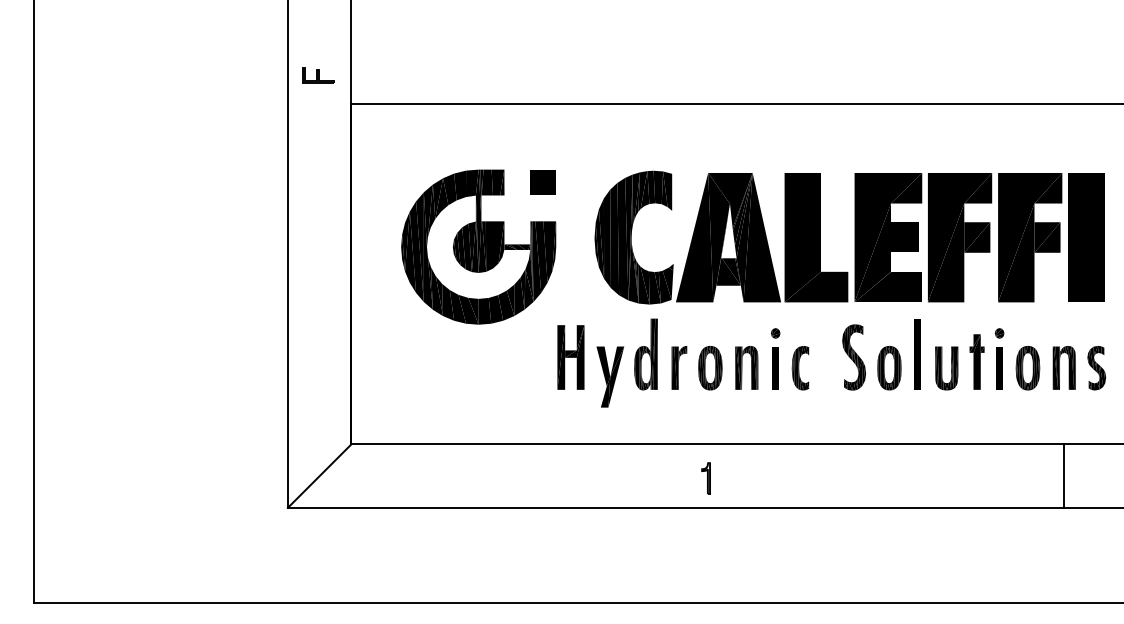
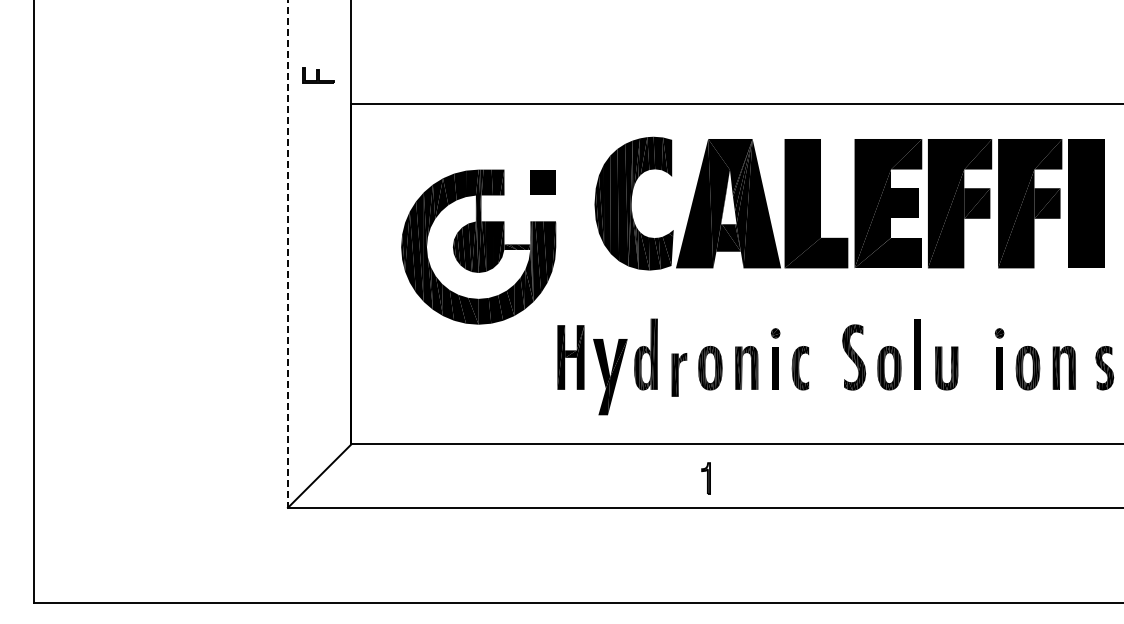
part at (849, 237) position: (849, 237) -> (849, 203)
line at (287, 254): solid -> dashed
part at (976, 361): present -> none
part at (679, 367) position: (679, 367) -> (679, 374)
part at (1096, 368) position: (1096, 368) -> (1104, 368)
part at (610, 376) size: 29x62 px -> 35x77 px
line at (1064, 475): present -> none
